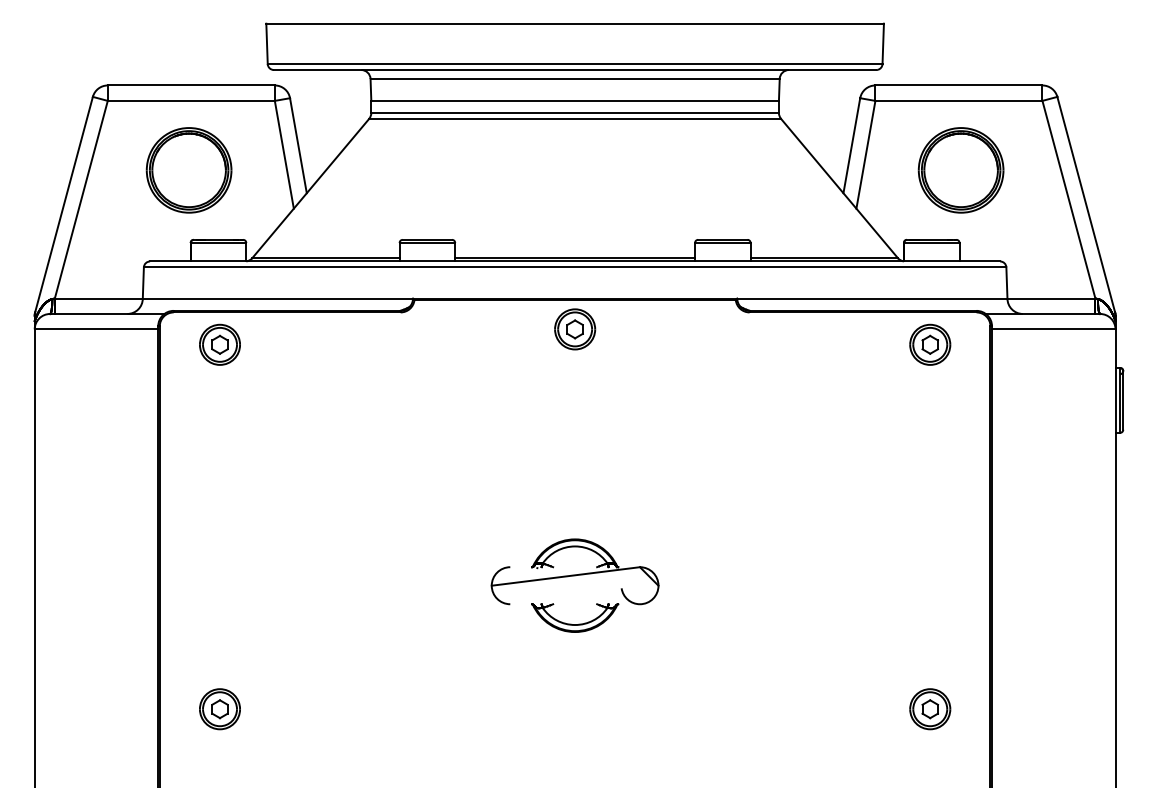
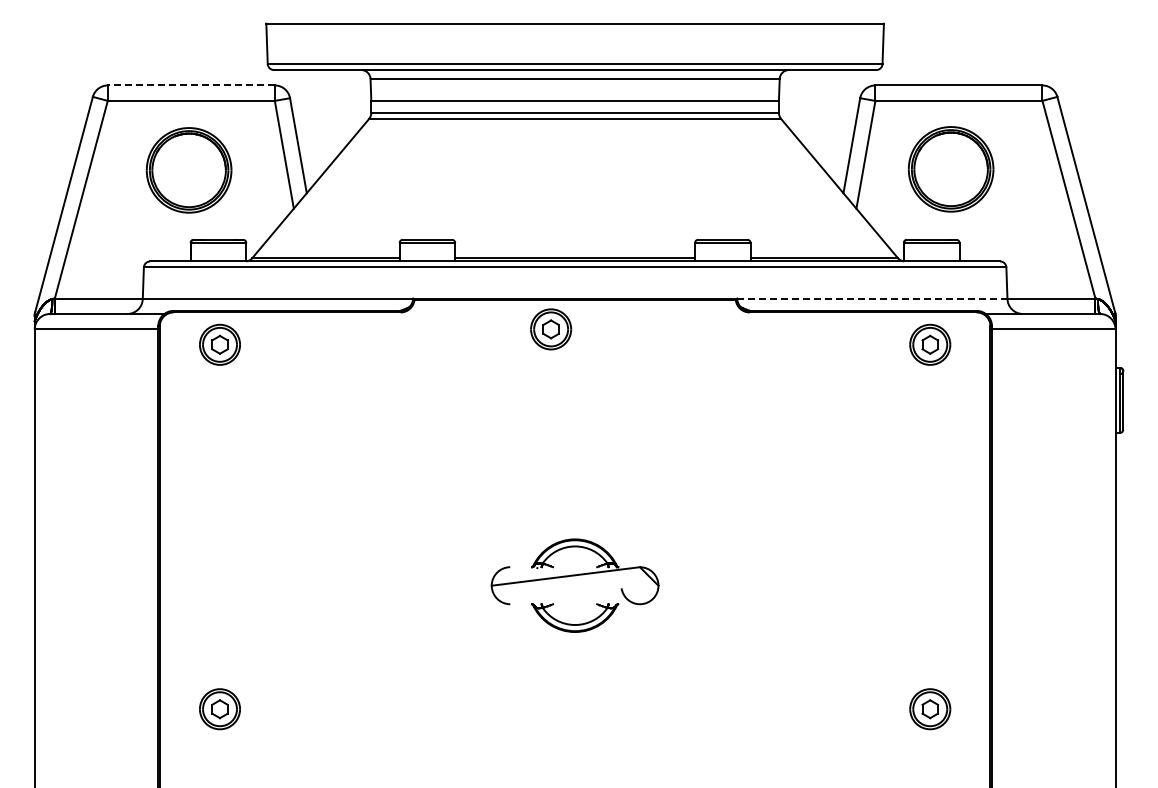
line at (191, 85): solid -> dashed
part at (960, 170) position: (960, 170) -> (950, 169)
line at (872, 298): solid -> dashed
part at (575, 329) position: (575, 329) -> (551, 329)
